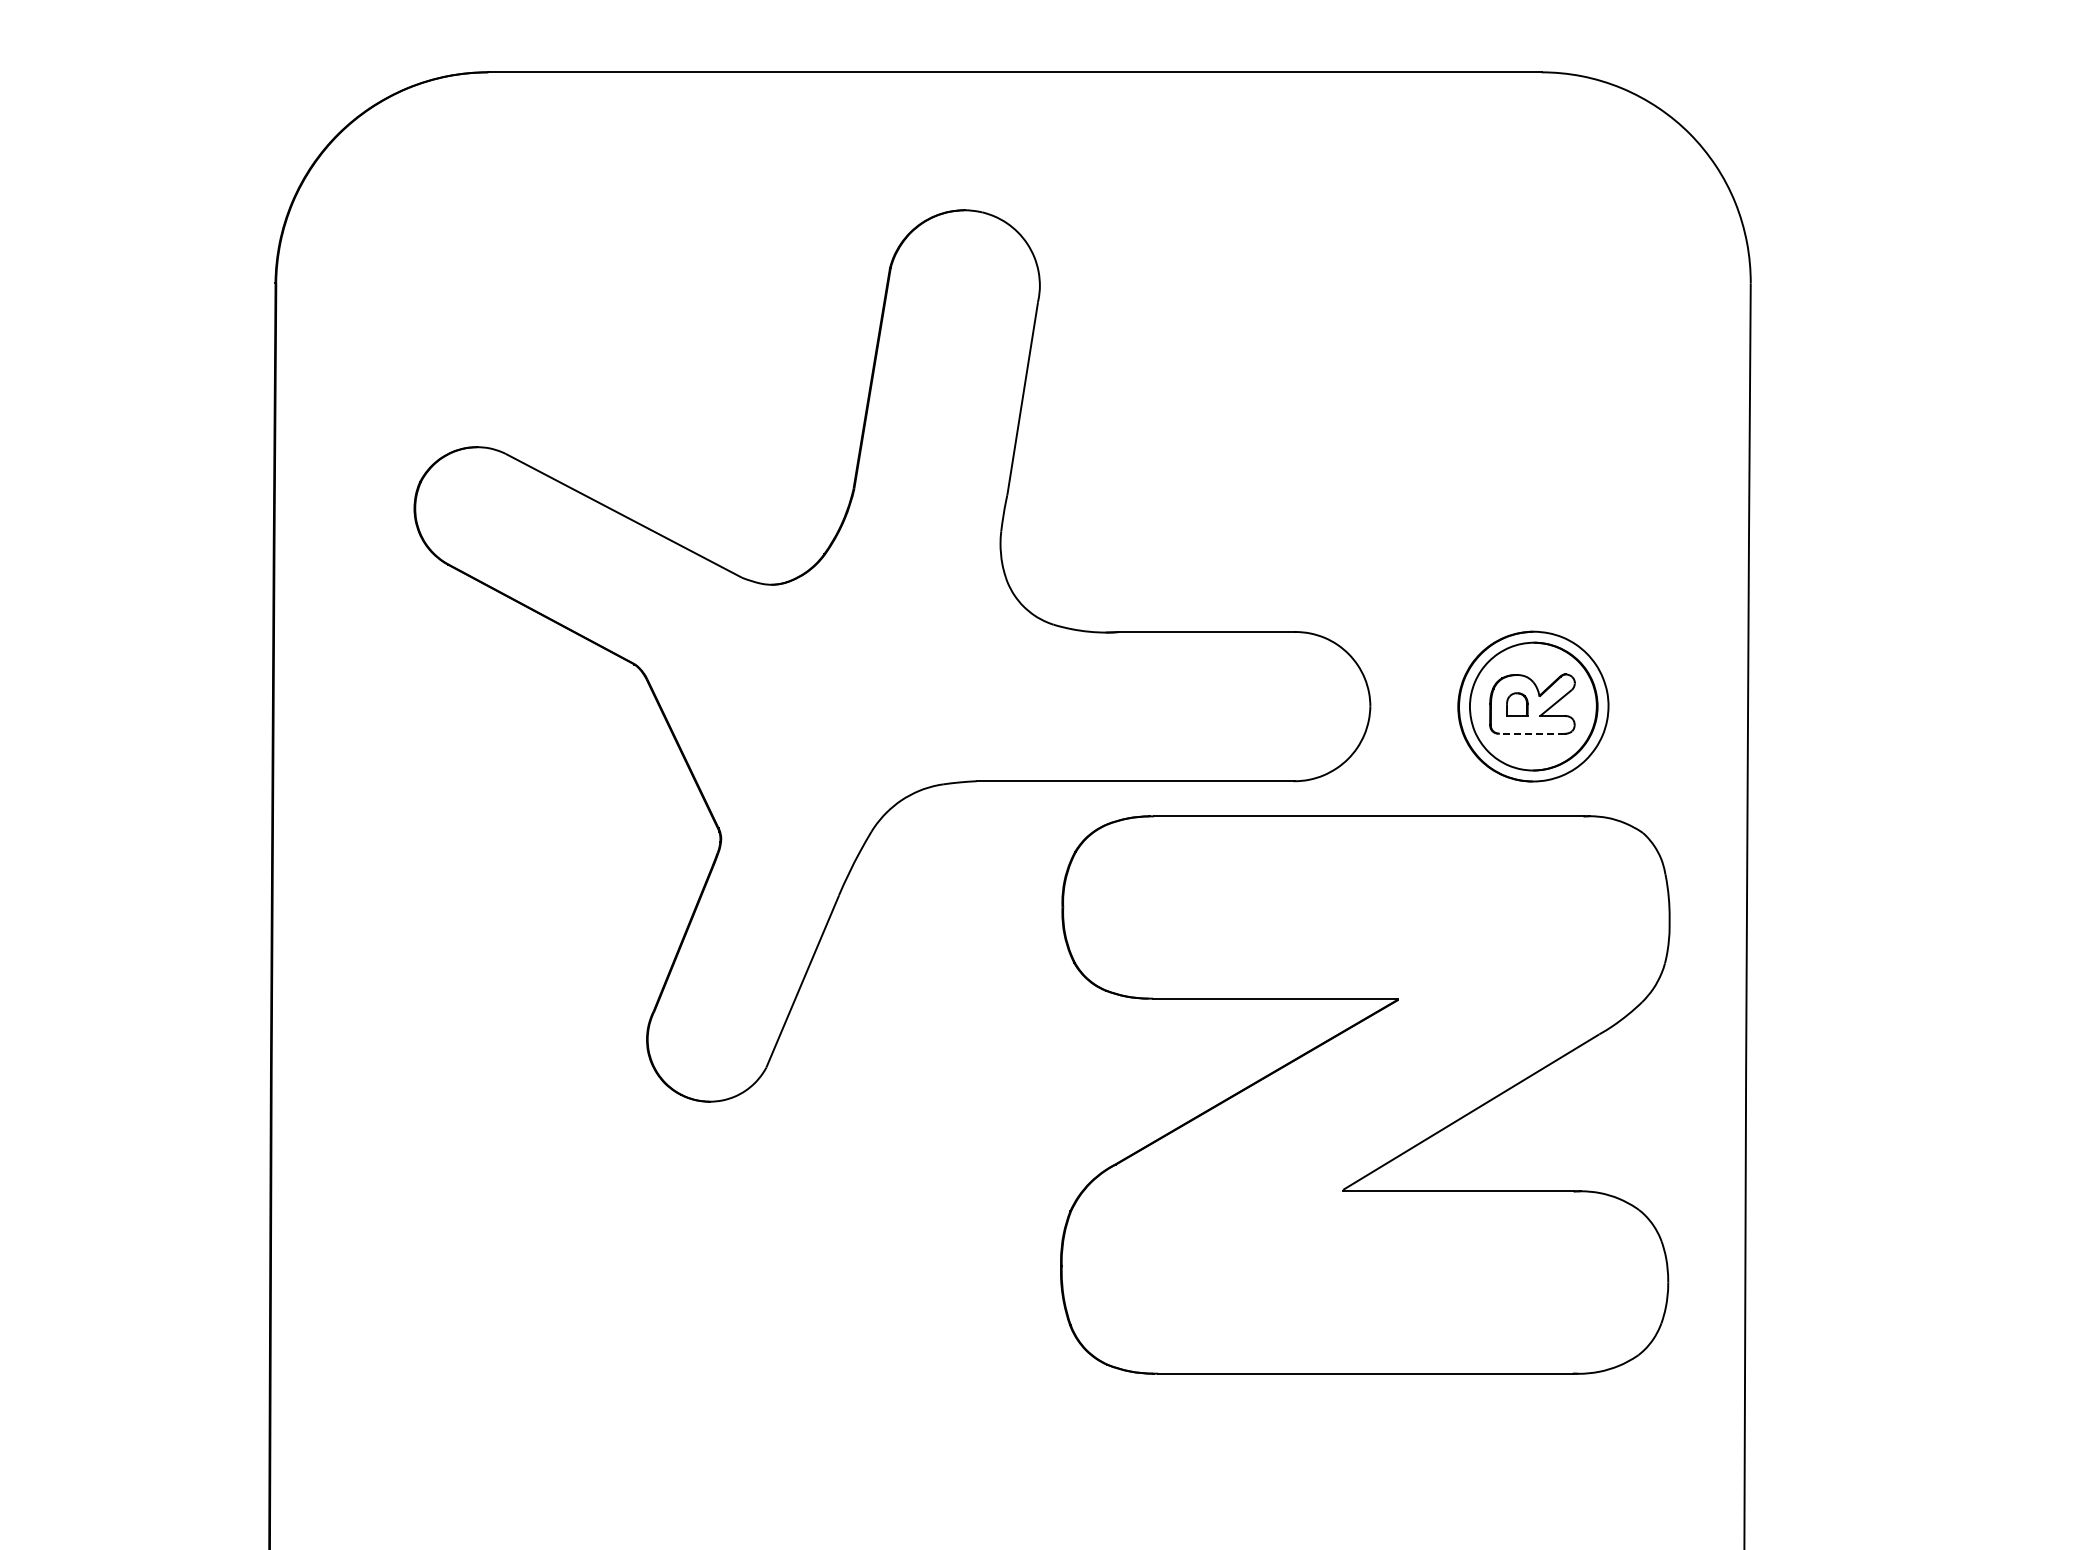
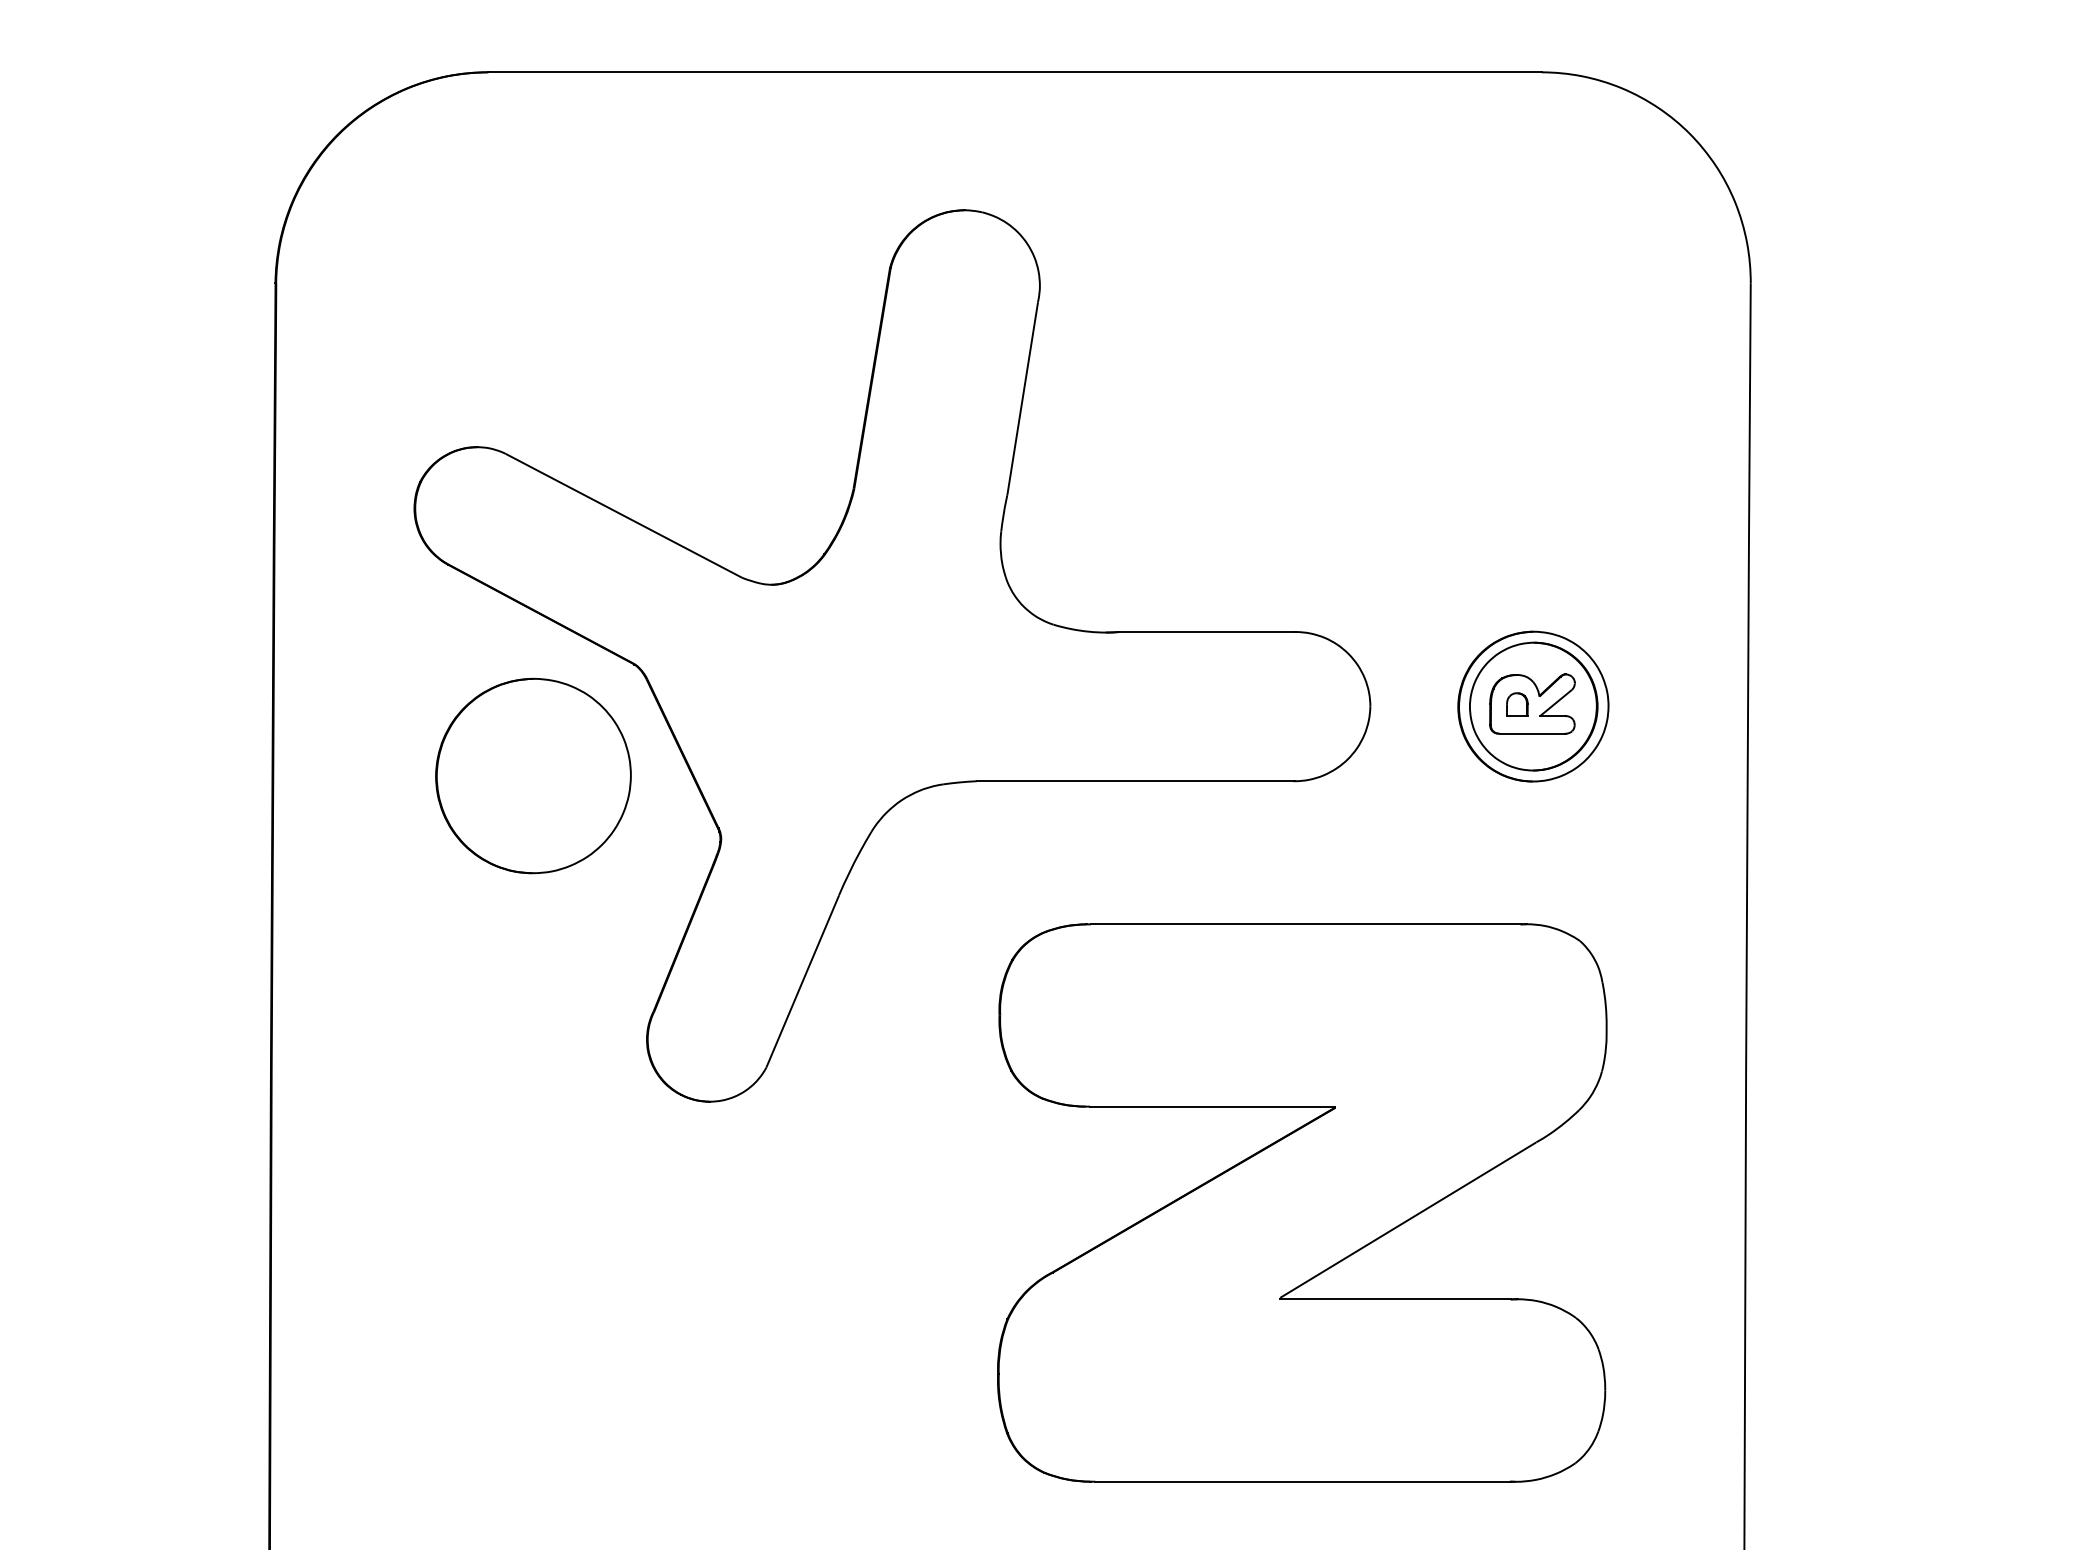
line at (1532, 733): dashed -> solid
part at (533, 775): none -> present
part at (1365, 1094) position: (1365, 1094) -> (1302, 1202)
